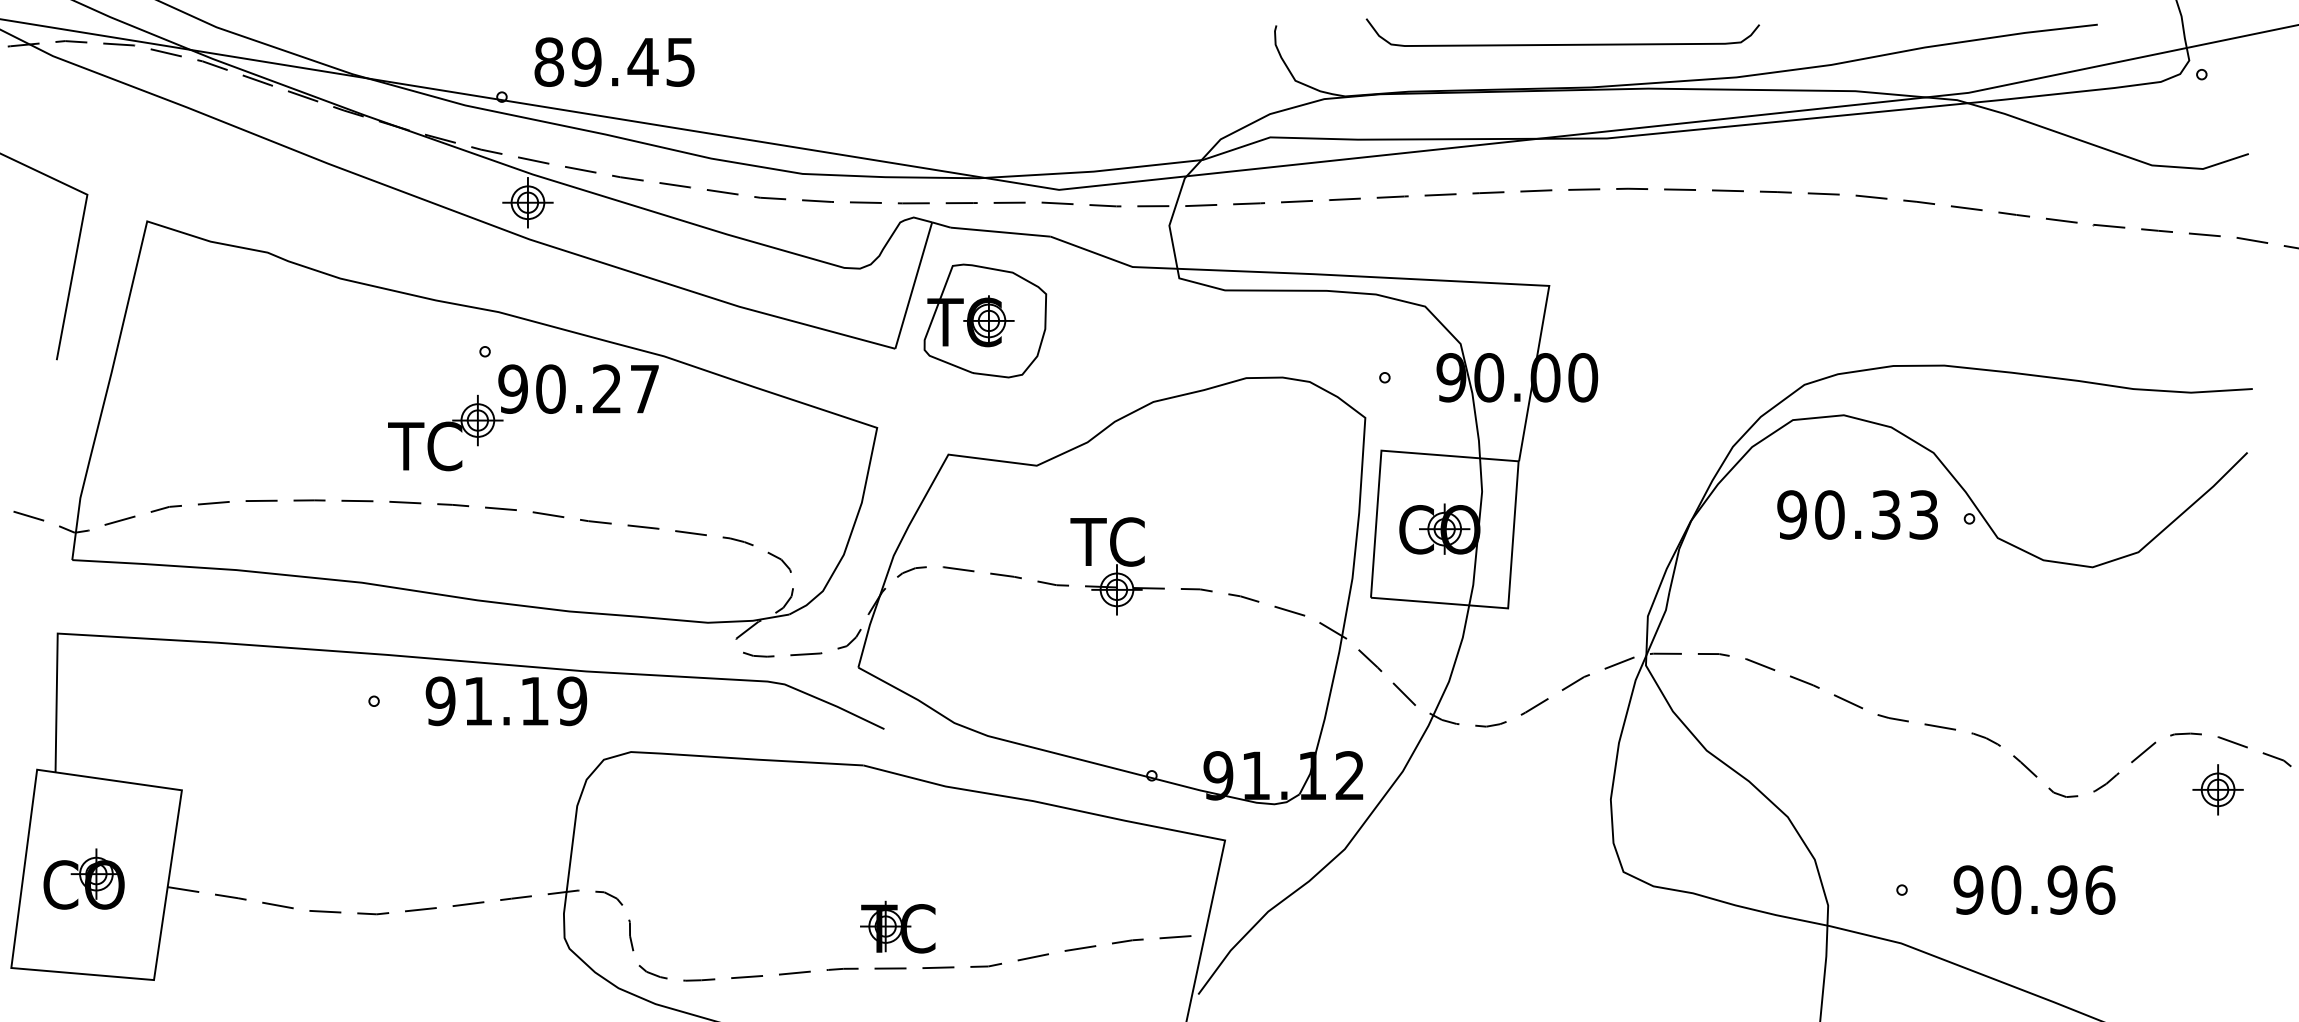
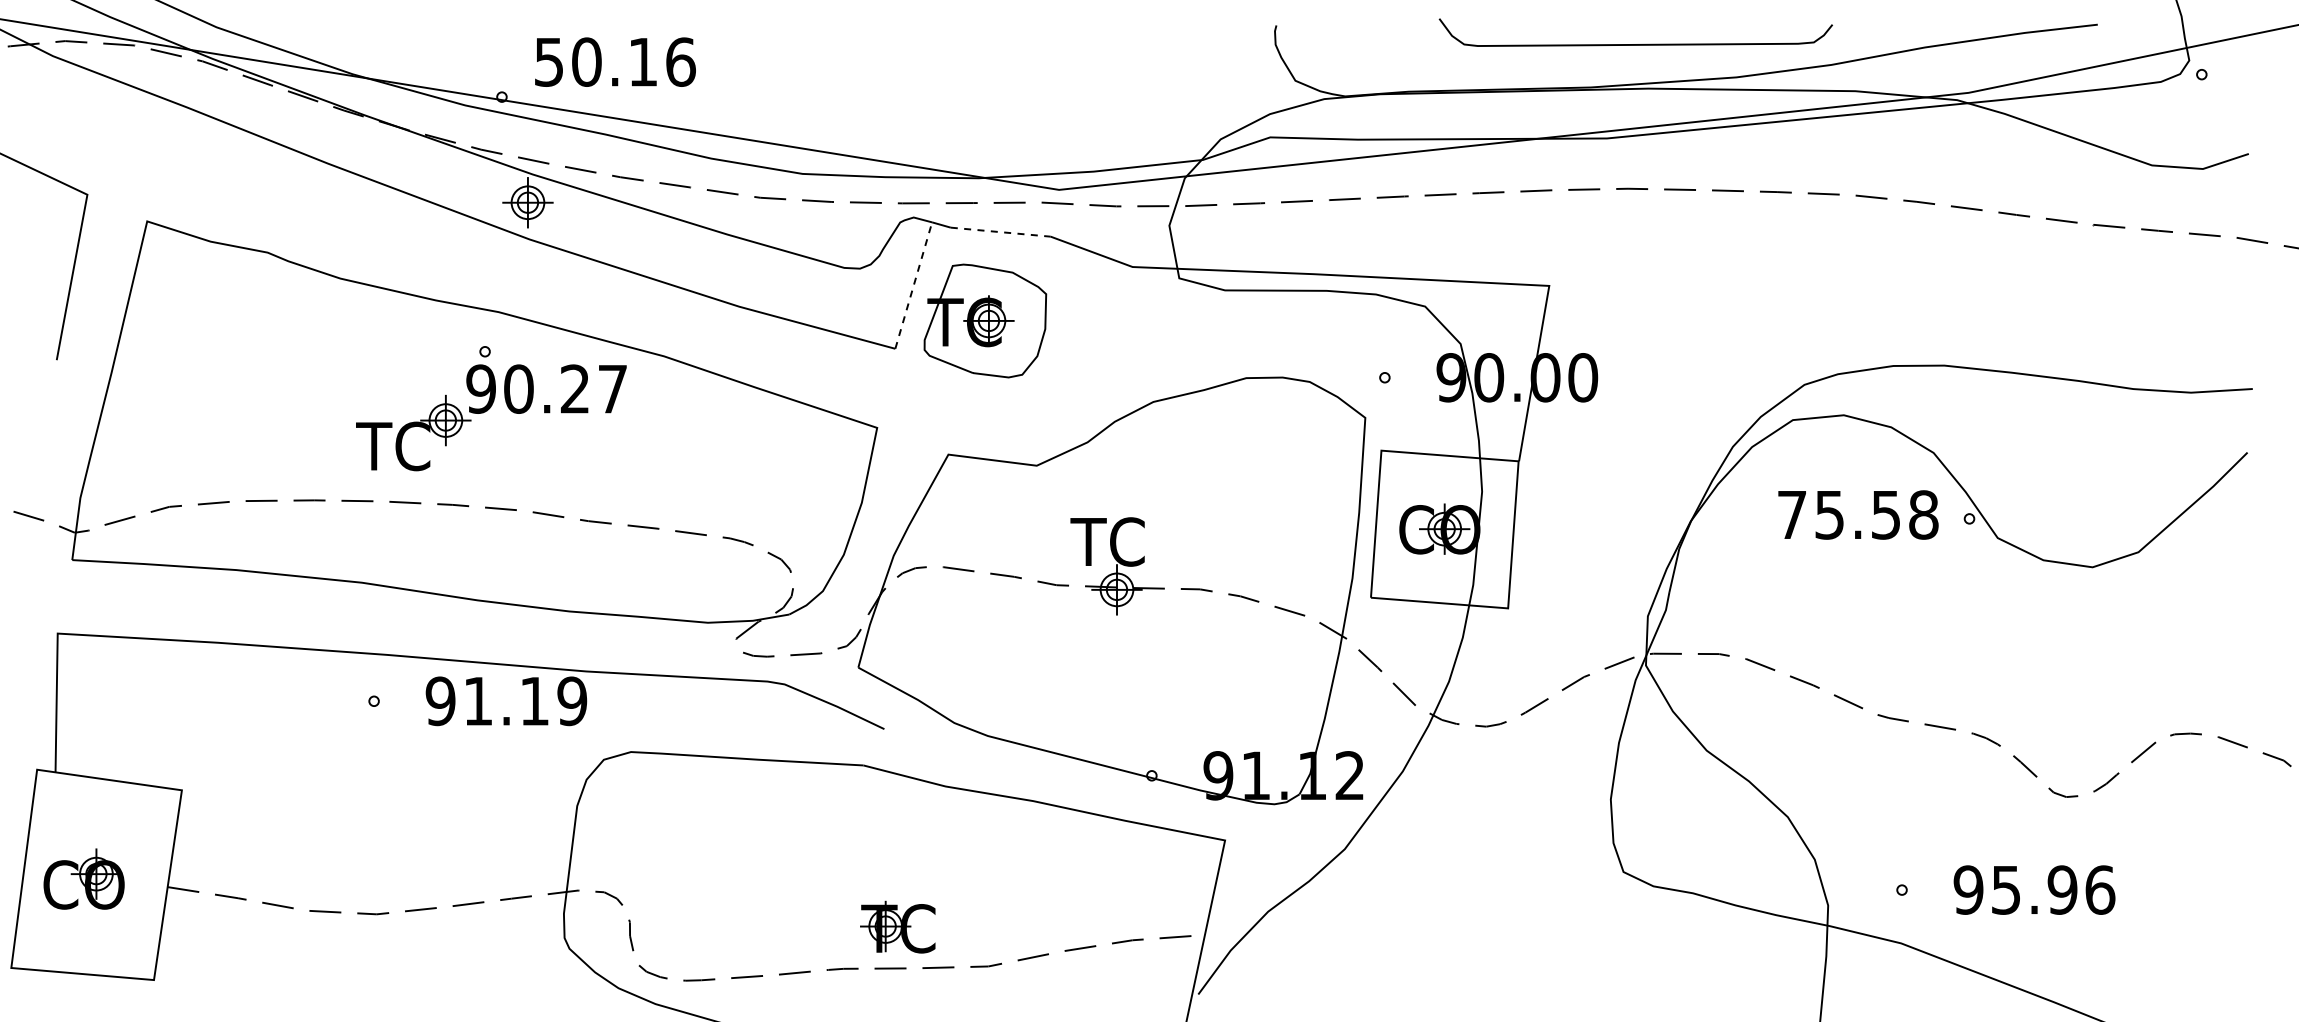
curve at (1562, 44) position: (1562, 44) -> (1635, 44)
text at (614, 61): 89.45 -> 50.16
line at (1001, 232): solid -> dashed
line at (913, 285): solid -> dashed
part at (519, 411) position: (519, 411) -> (487, 411)
text at (1857, 514): 90.33 -> 75.58
part at (2217, 789): present -> none
text at (2006, 889): 90.96 -> 95.96
